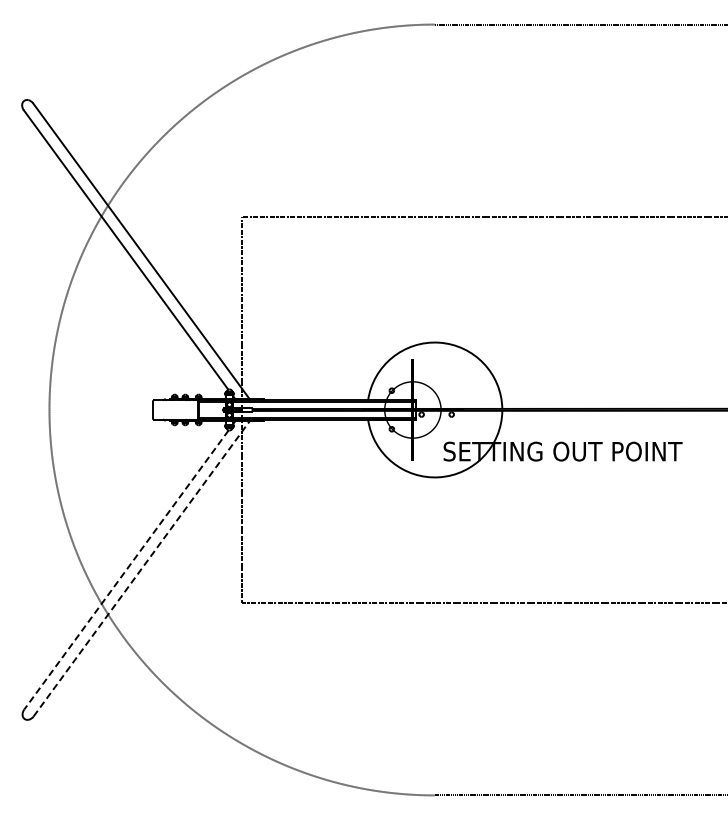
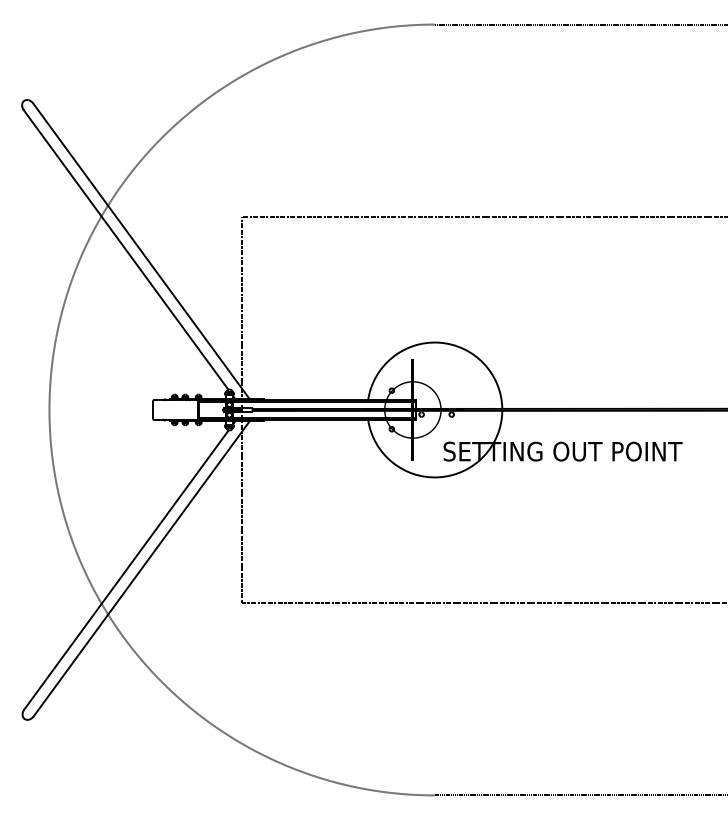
line at (142, 568): dashed -> solid
line at (126, 569): dashed -> solid
